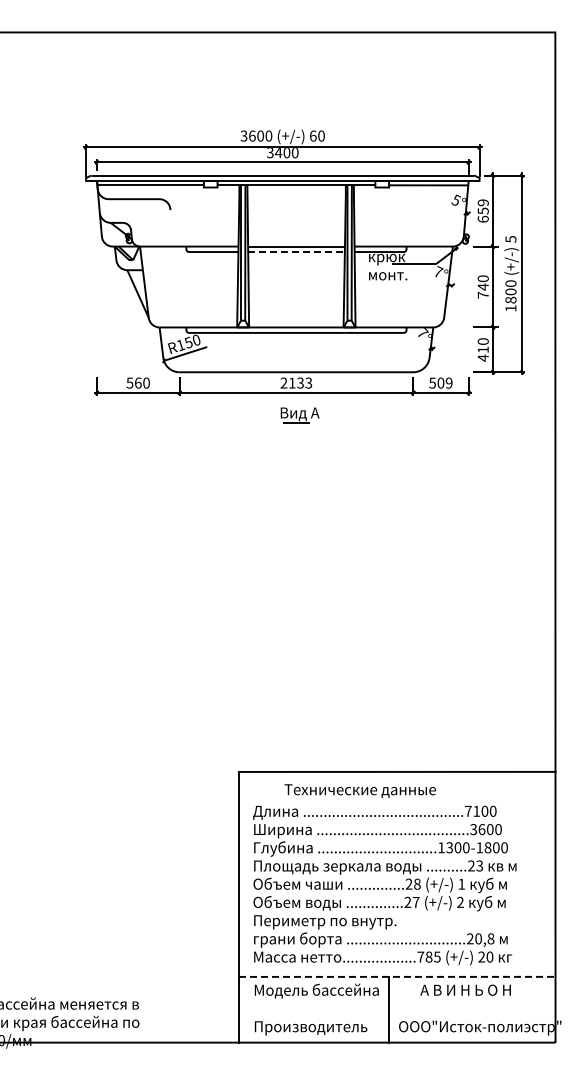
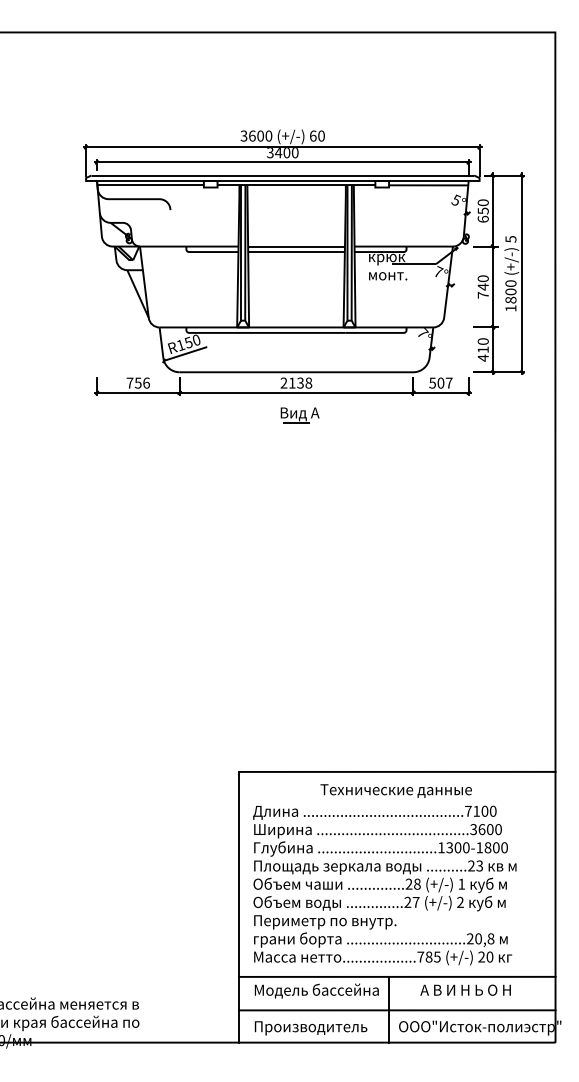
text at (483, 202): 659 -> 650
line at (297, 252): dashed -> solid
text at (137, 382): 560 -> 756
text at (308, 382): 2133 -> 2138
text at (448, 382): 509 -> 507
text at (359, 790) position: (359, 790) -> (395, 790)
line at (397, 976): dashed -> solid
line at (396, 1010): none -> present
